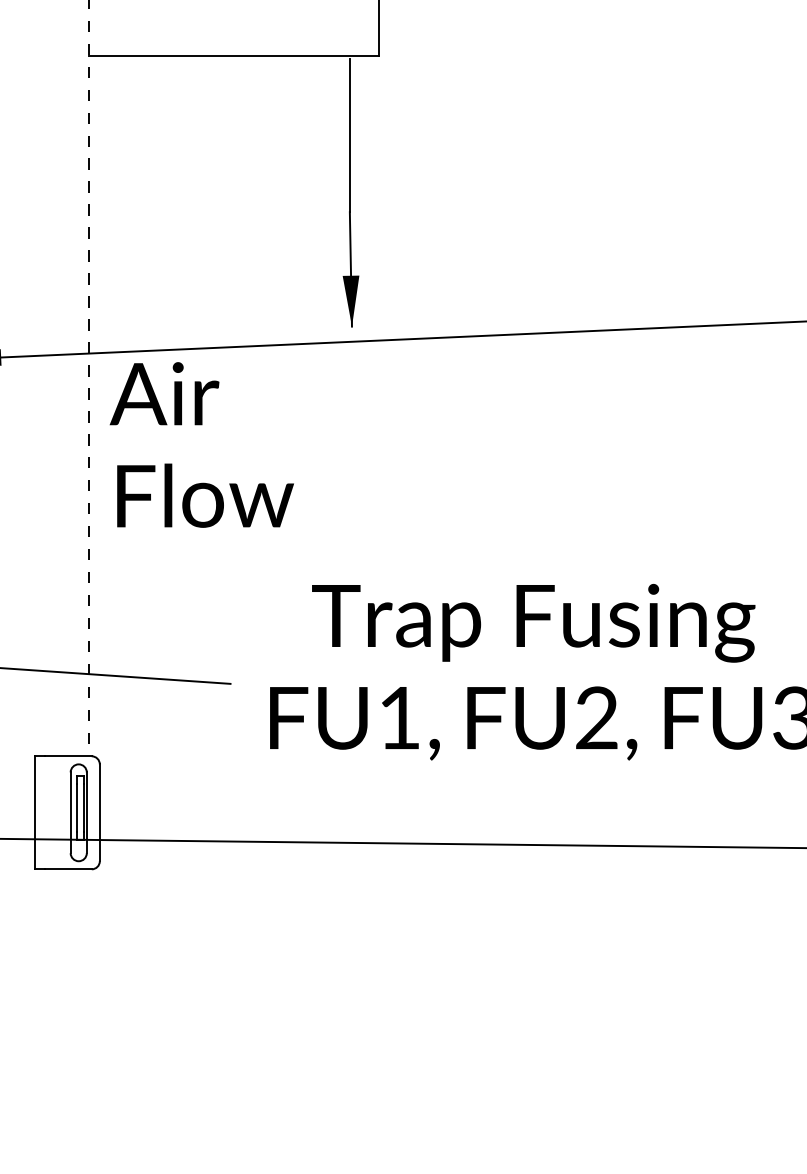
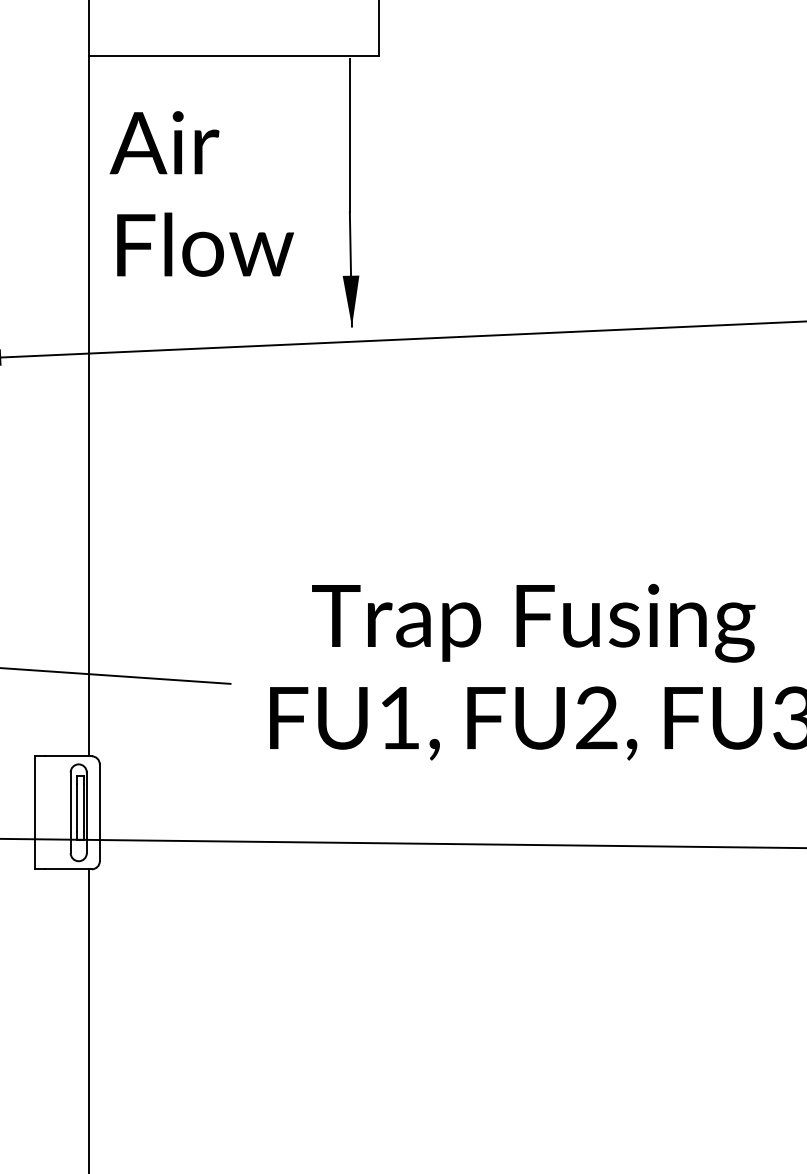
line at (88, 378): dashed -> solid
text at (201, 444) position: (201, 444) -> (201, 193)
line at (88, 1019): none -> present
